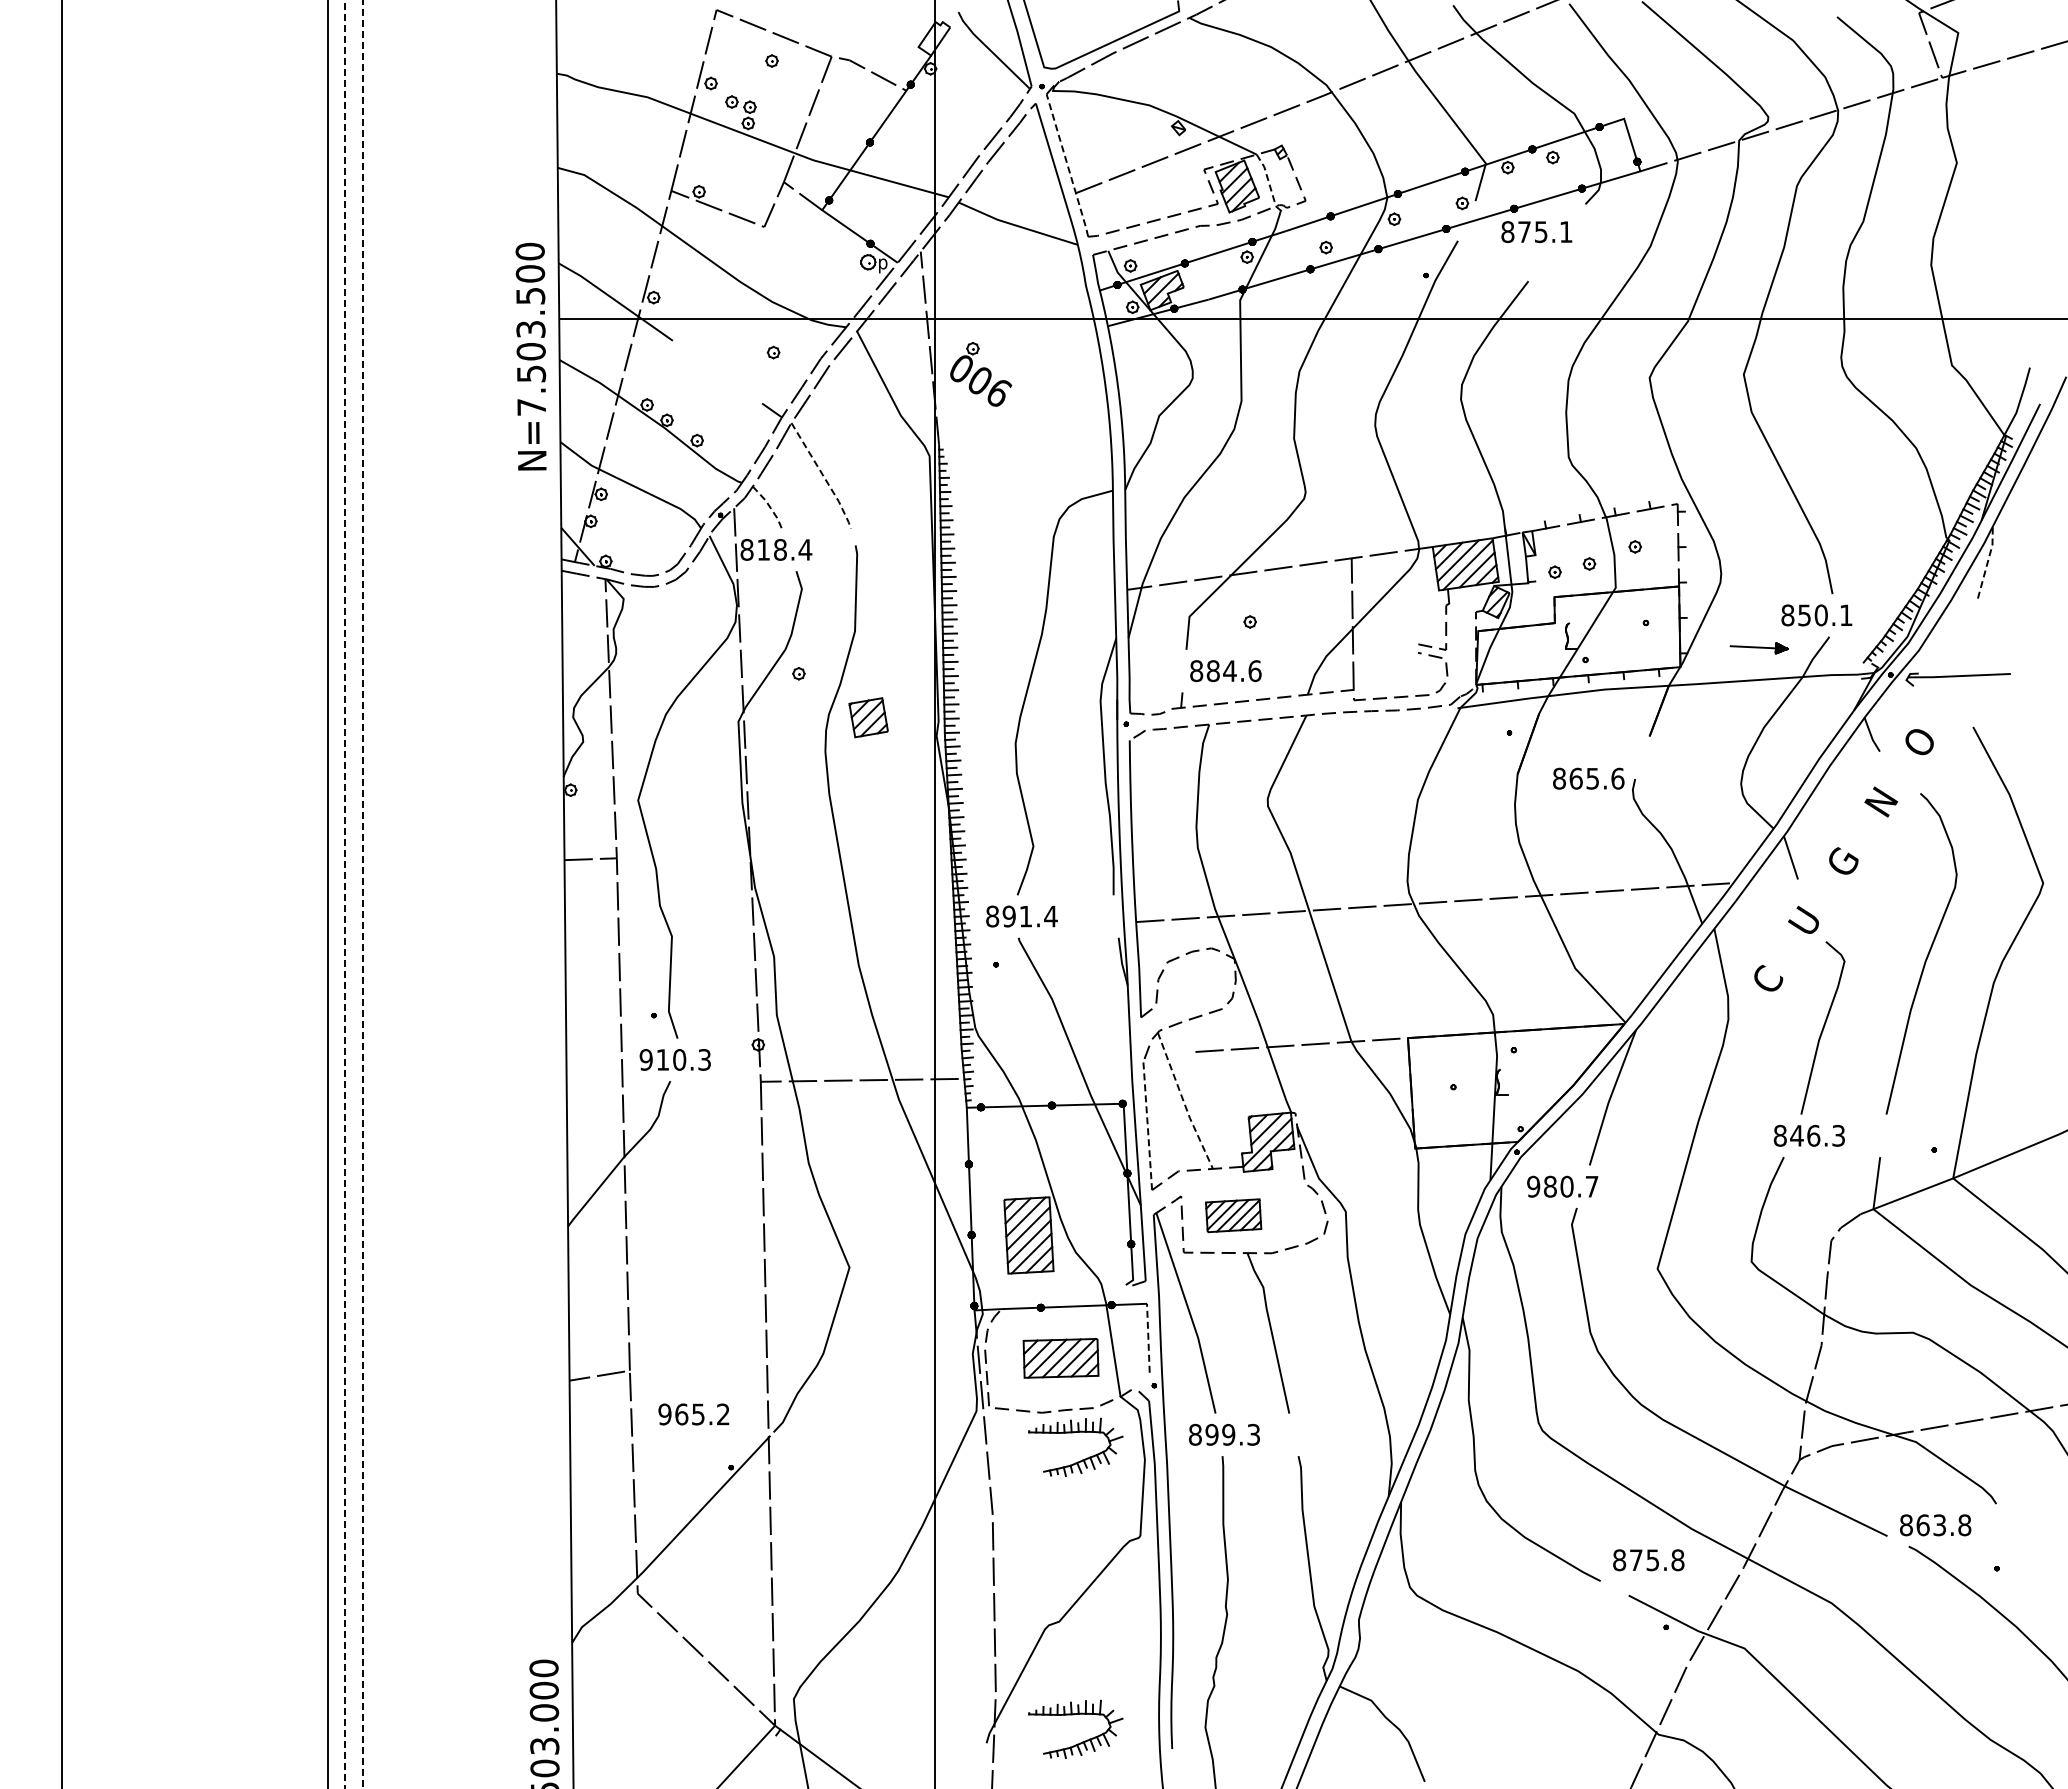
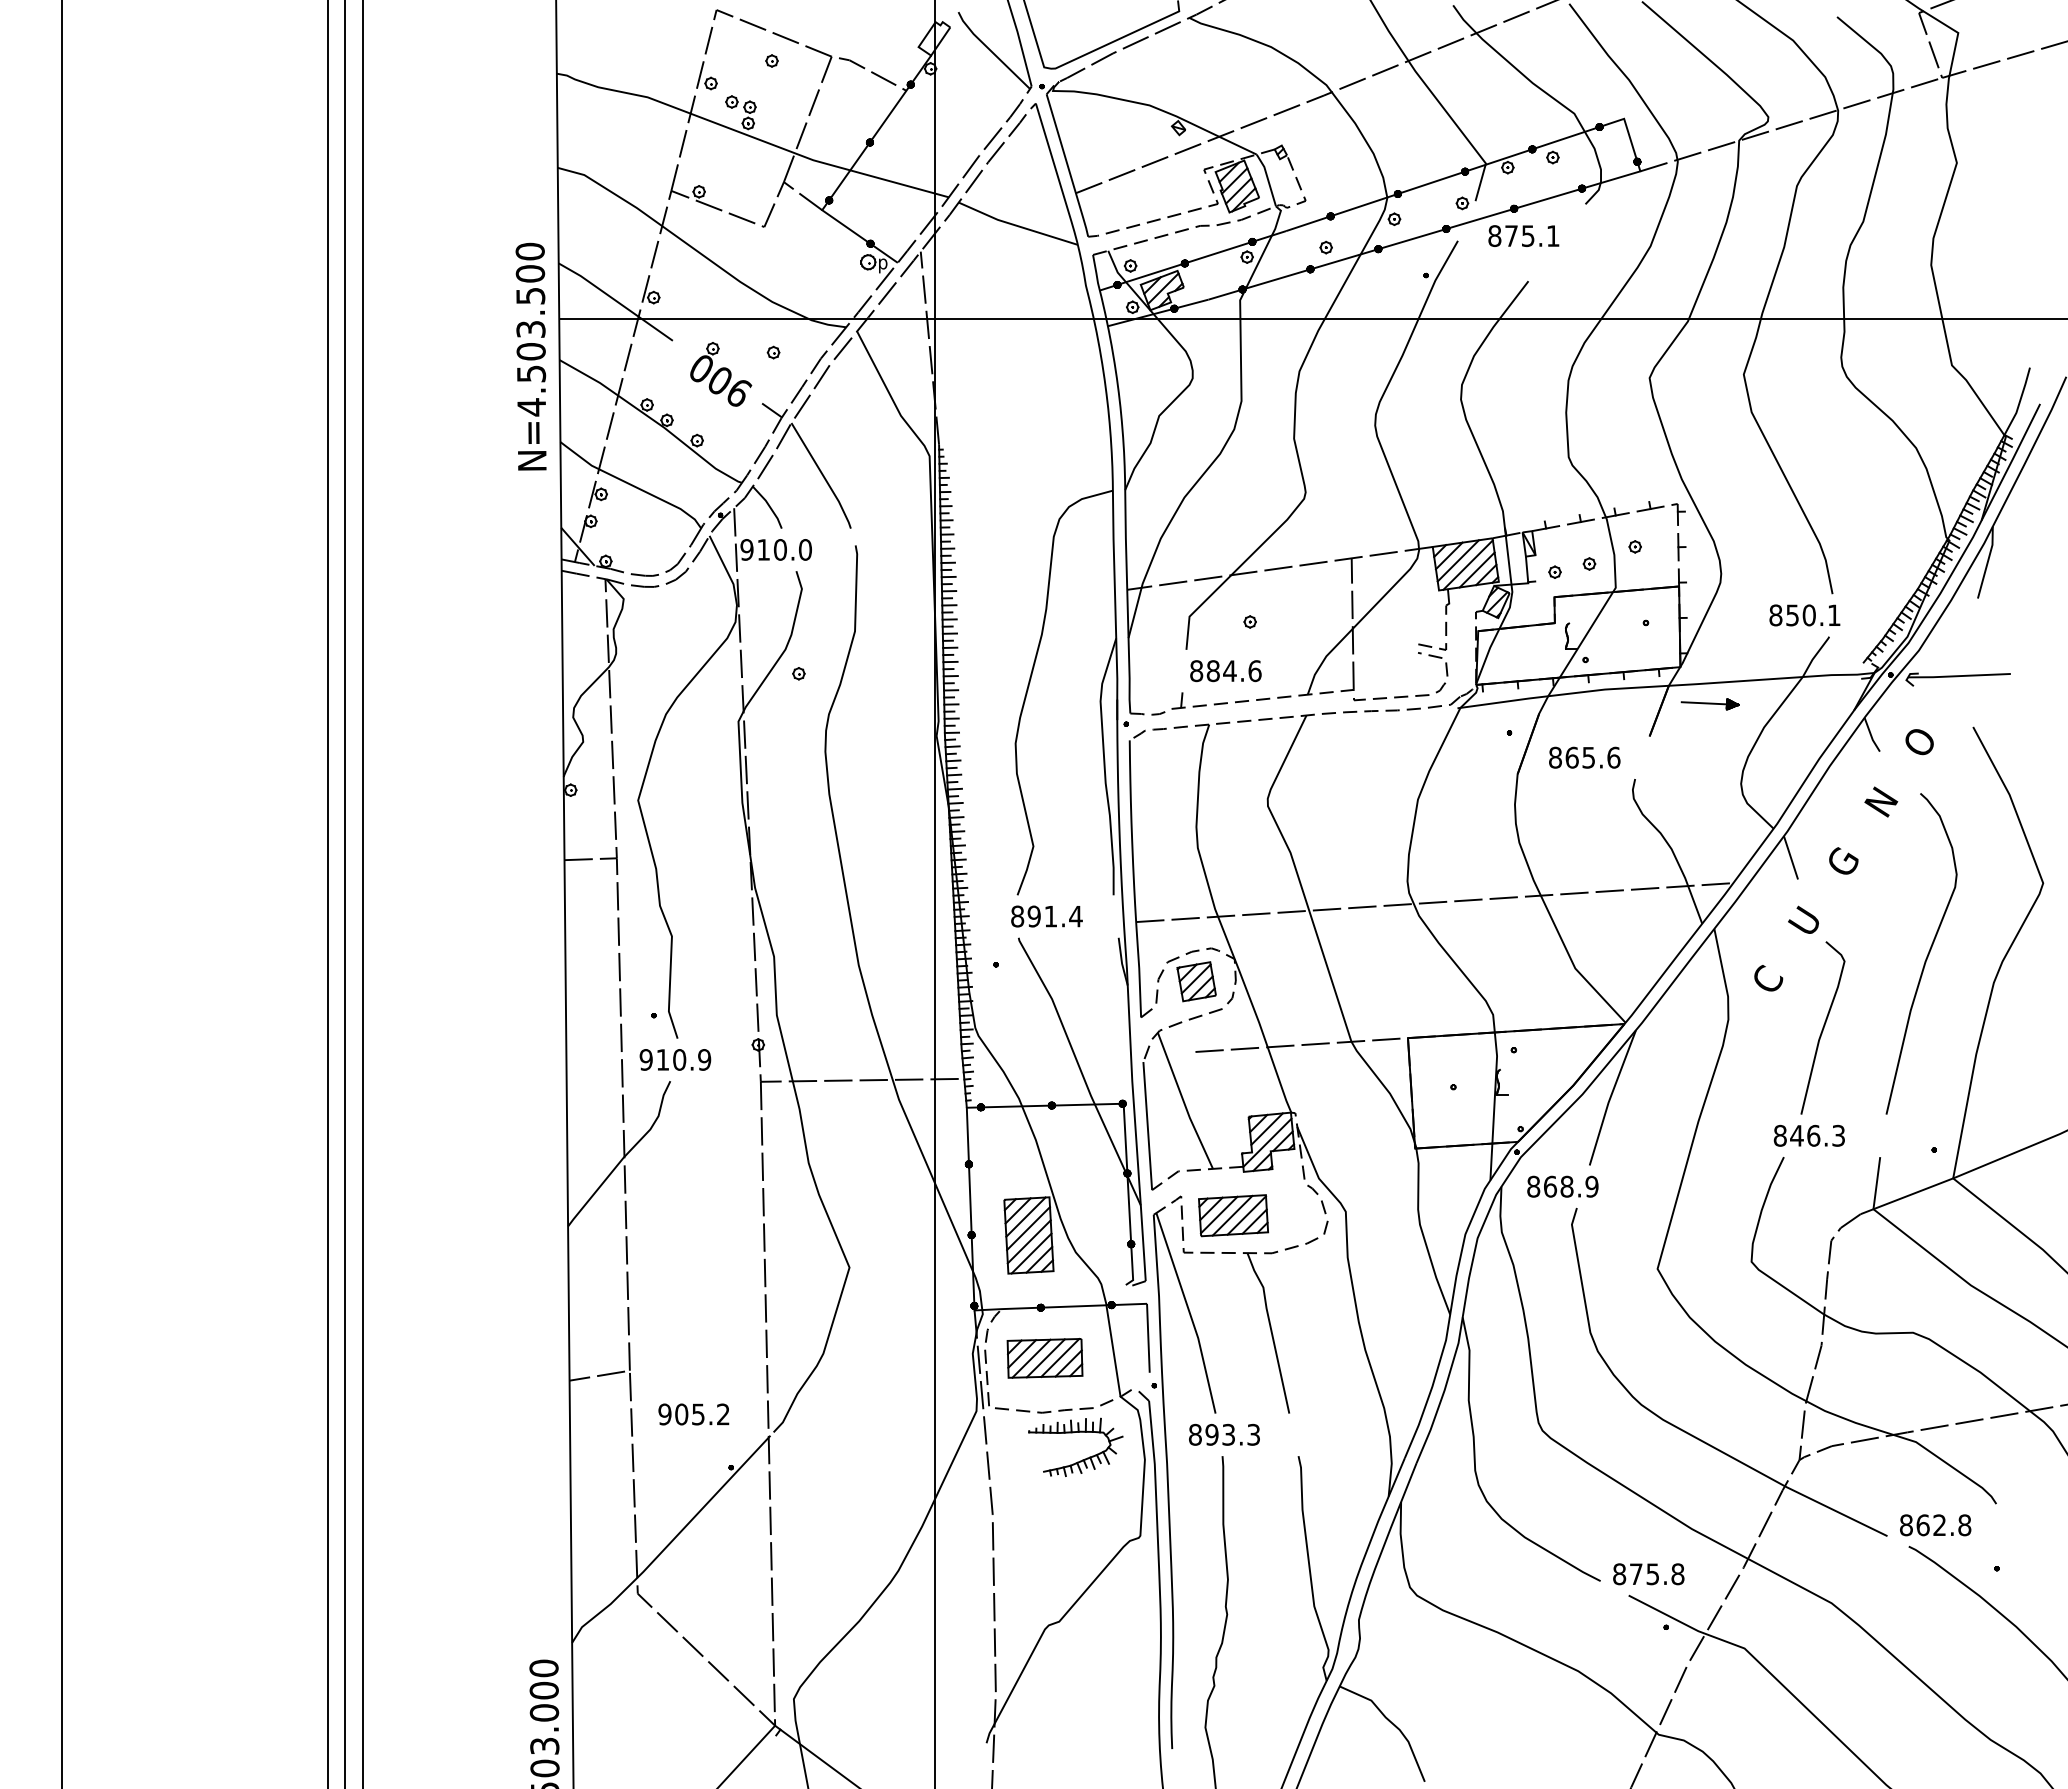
line at (1067, 166): dashed -> solid
line at (1267, 179): dashed -> solid
text at (1536, 231) position: (1536, 231) -> (1523, 235)
part at (981, 374) position: (981, 374) -> (721, 374)
text at (531, 407): N=7.503.500 -> N=4.503.500
line at (823, 476): dashed -> solid
line at (769, 506): dashed -> solid
text at (776, 549): 818.4 -> 910.0
line at (1987, 562): dashed -> solid
text at (1816, 615) position: (1816, 615) -> (1804, 615)
part at (1758, 648) position: (1758, 648) -> (1709, 704)
part at (868, 717) position: (868, 717) -> (1196, 981)
text at (1588, 778) position: (1588, 778) -> (1584, 757)
line at (345, 894): dashed -> solid
line at (363, 894): dashed -> solid
text at (1021, 916) position: (1021, 916) -> (1046, 916)
text at (704, 1059): 910.3 -> 910.9
line at (1183, 1102): dashed -> solid
line at (1147, 1125): dashed -> solid
text at (1562, 1186): 980.7 -> 868.9
part at (1233, 1215) size: 58x36 px -> 72x44 px
line at (1148, 1338): dashed -> solid
part at (1060, 1358) position: (1060, 1358) -> (1044, 1358)
text at (681, 1414): 965.2 -> 905.2
text at (1228, 1434): 899.3 -> 893.3
text at (1939, 1525): 863.8 -> 862.8
text at (1648, 1560) position: (1648, 1560) -> (1648, 1574)
part at (1073, 1715): present -> none
